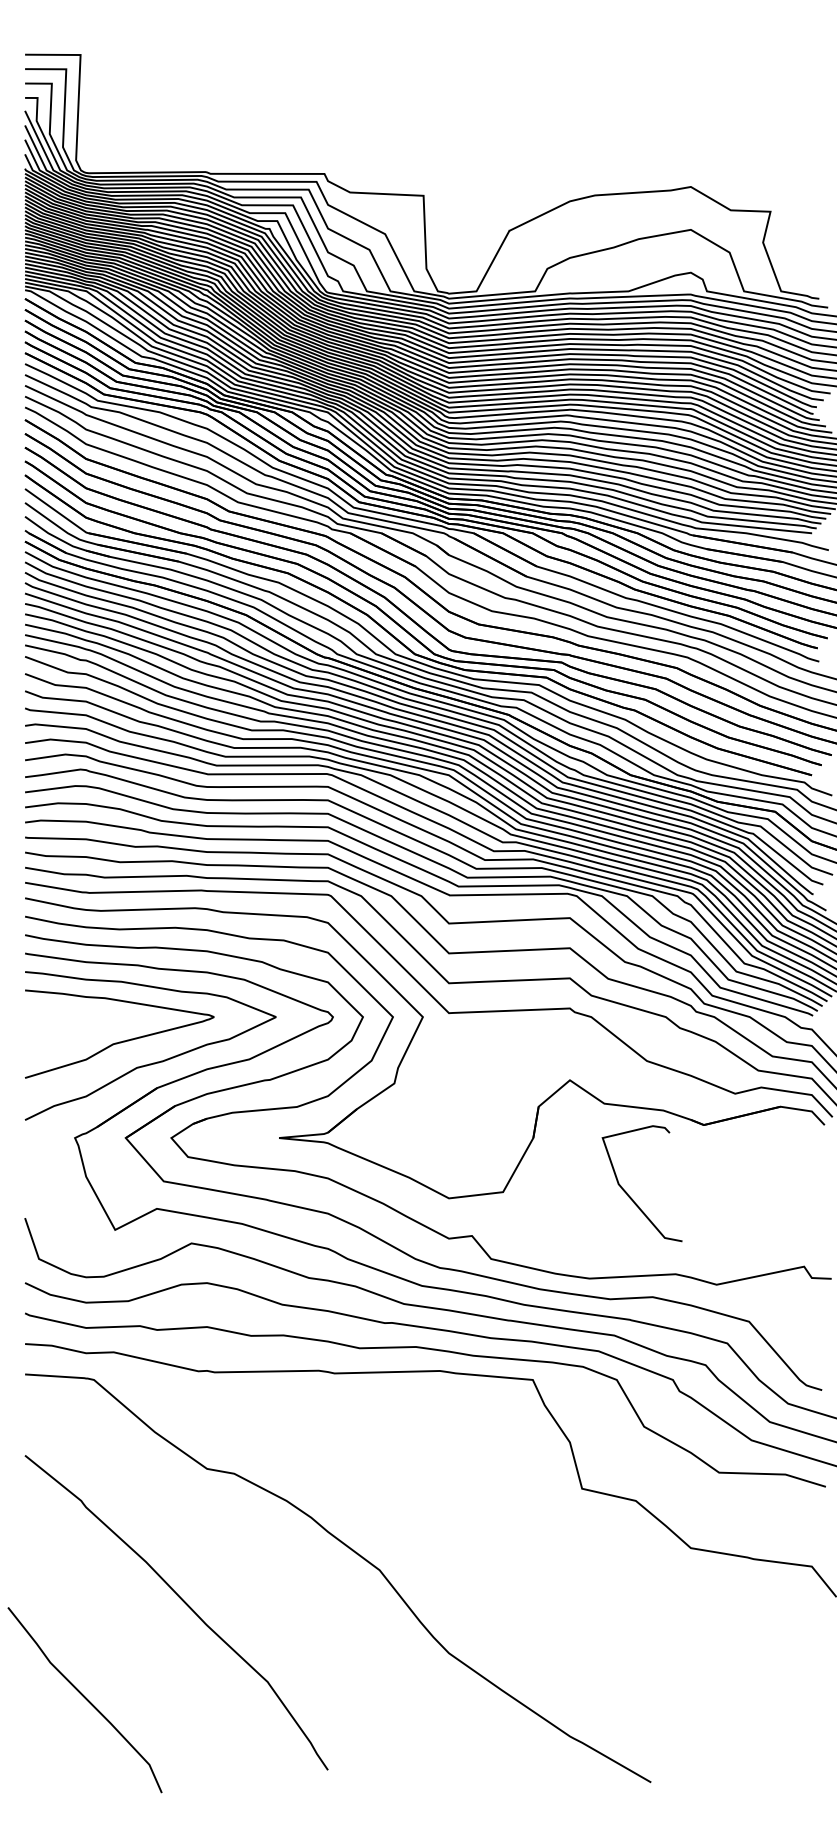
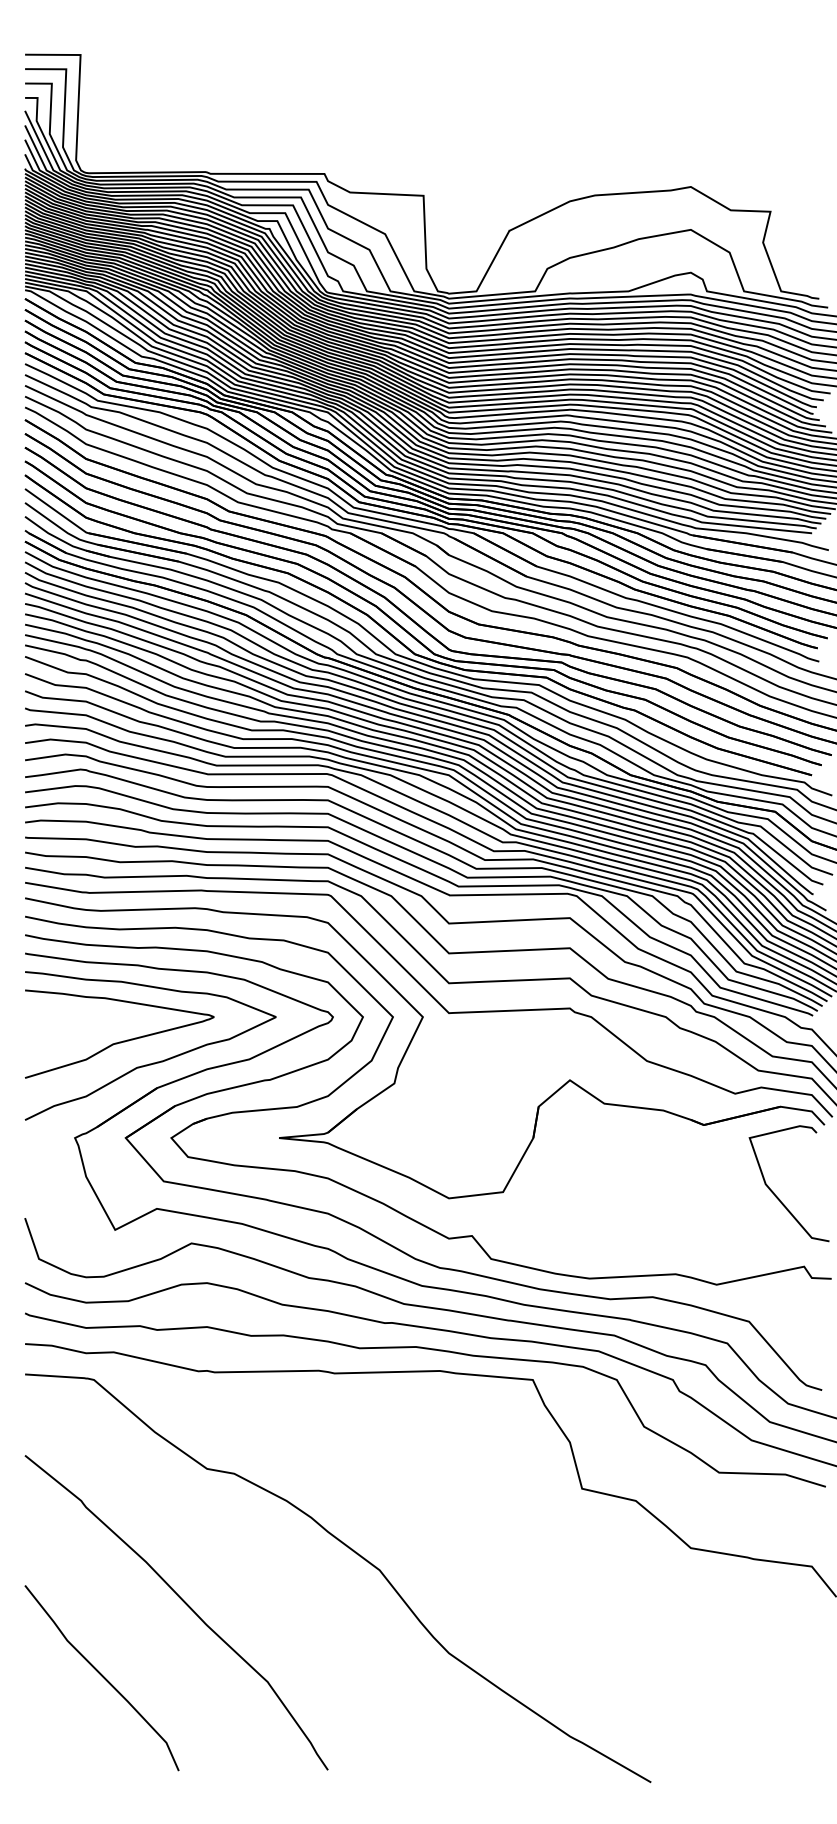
curve at (627, 1192) position: (627, 1192) -> (774, 1192)
curve at (85, 1699) position: (85, 1699) -> (102, 1677)
